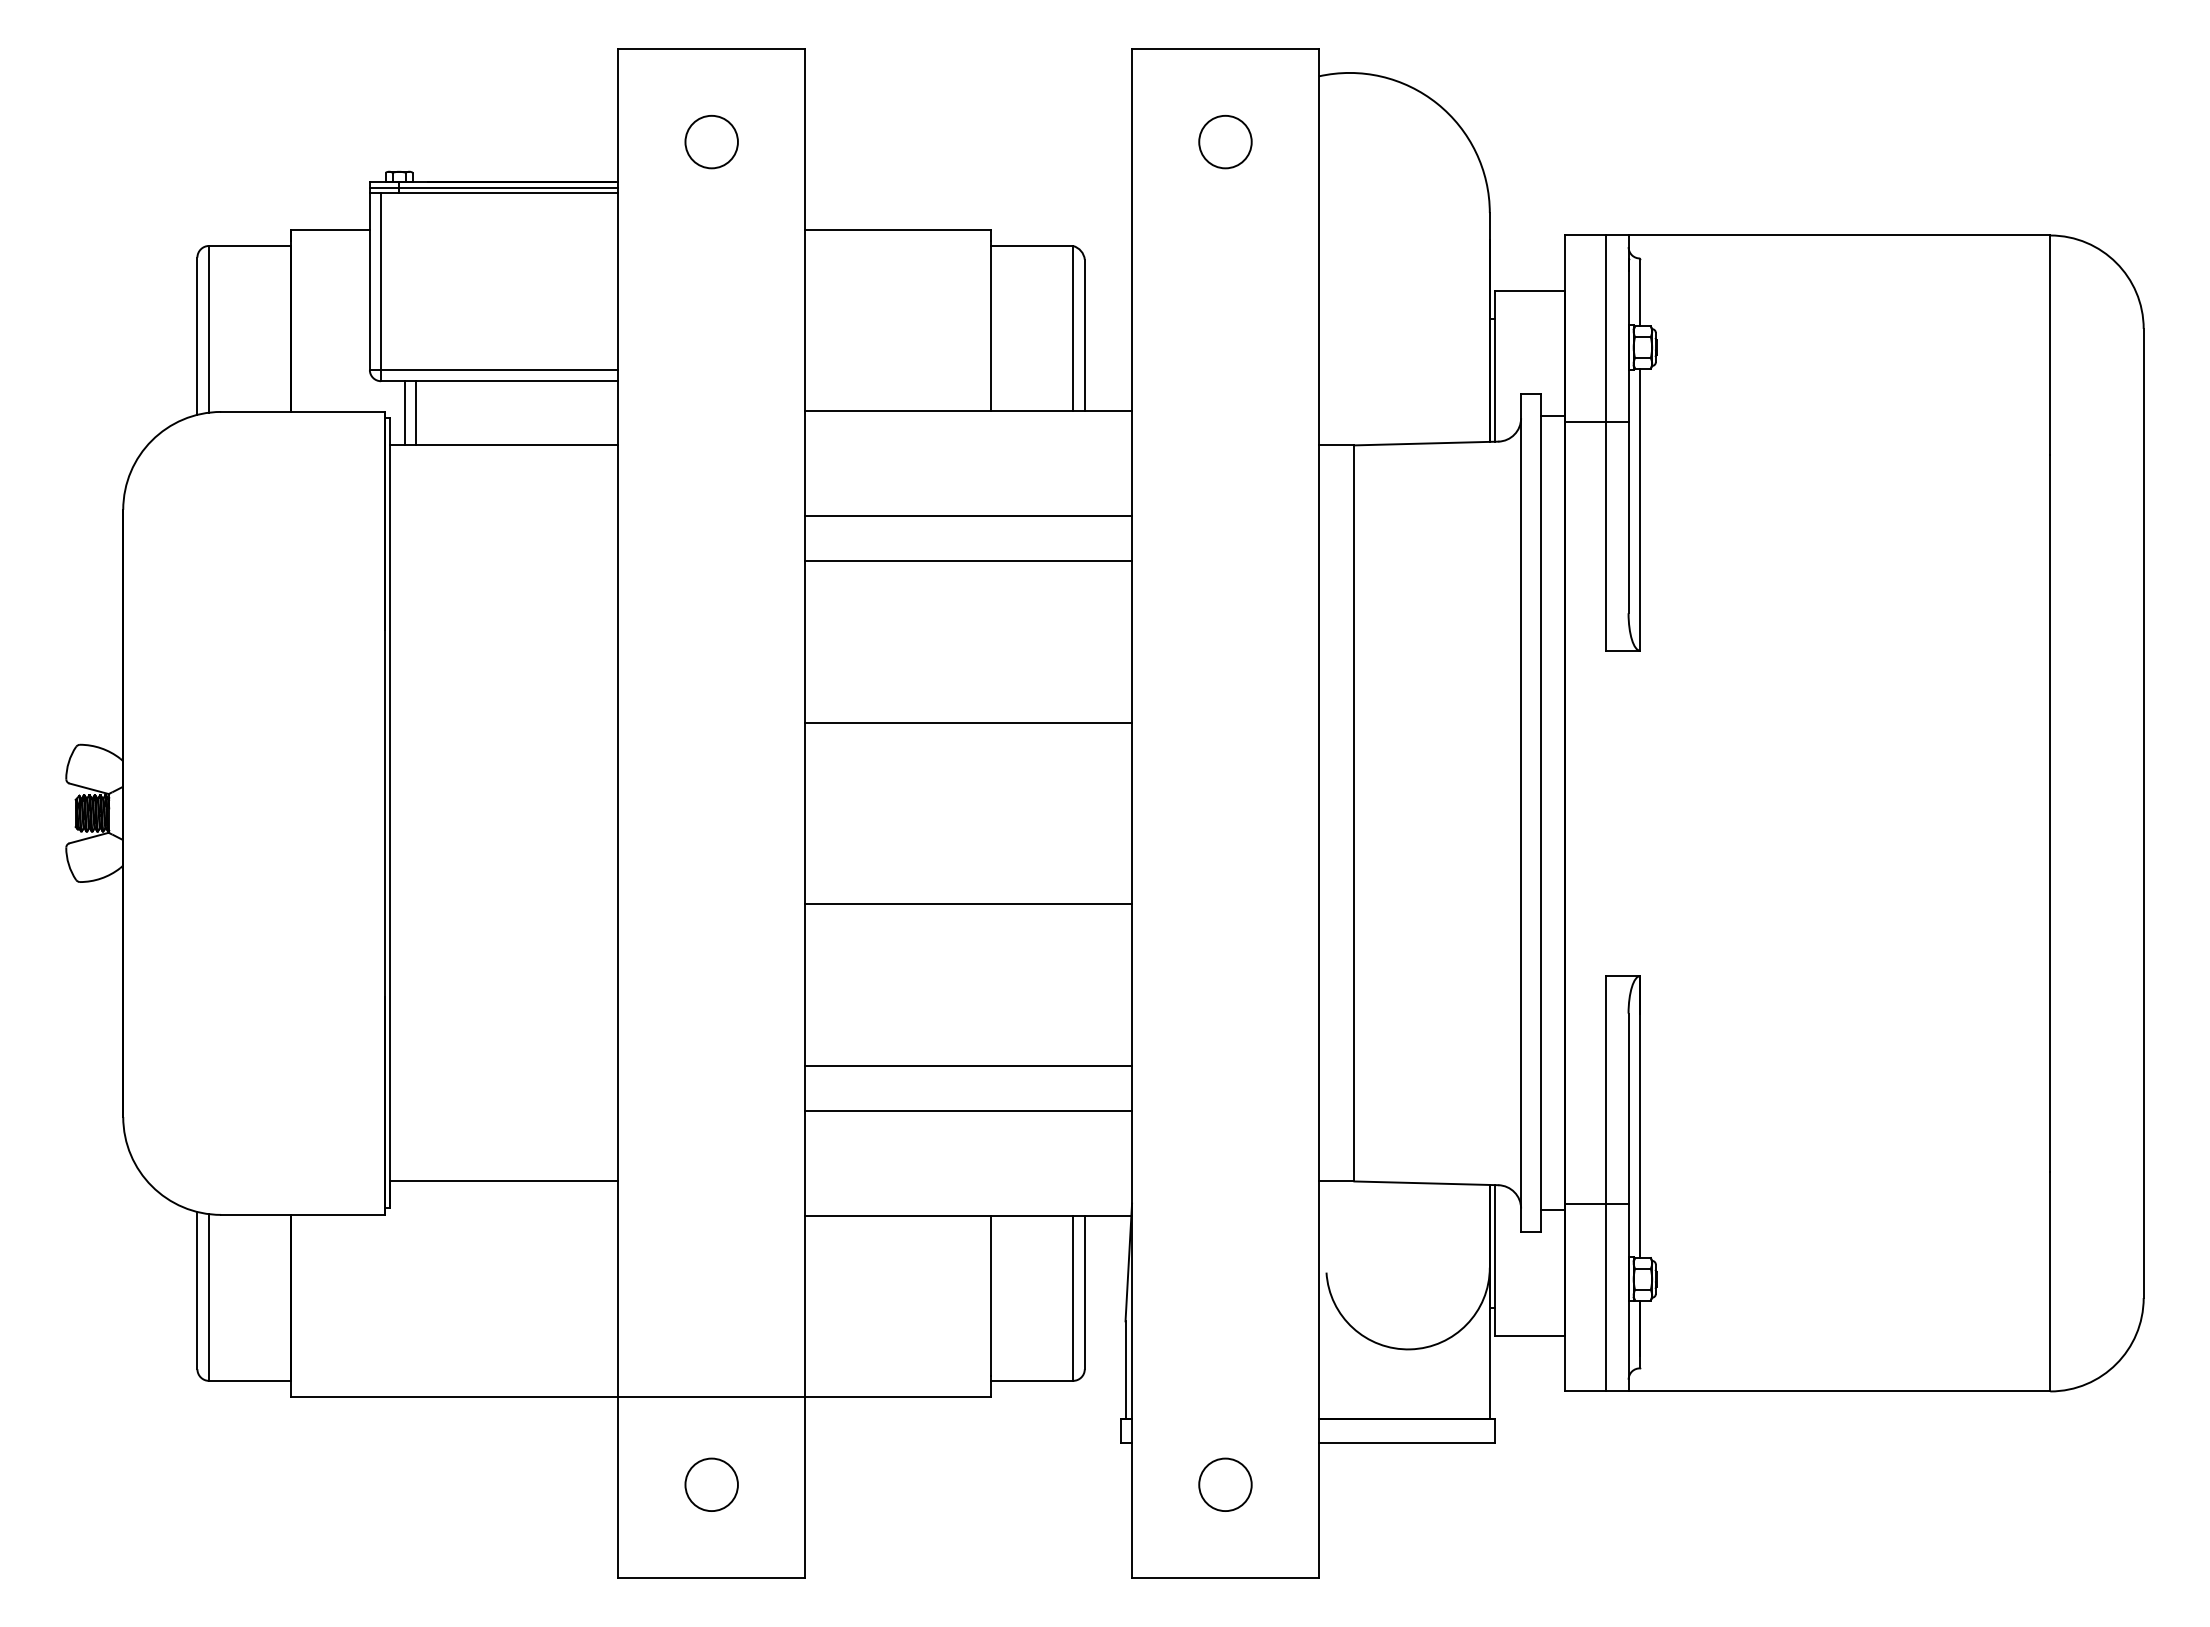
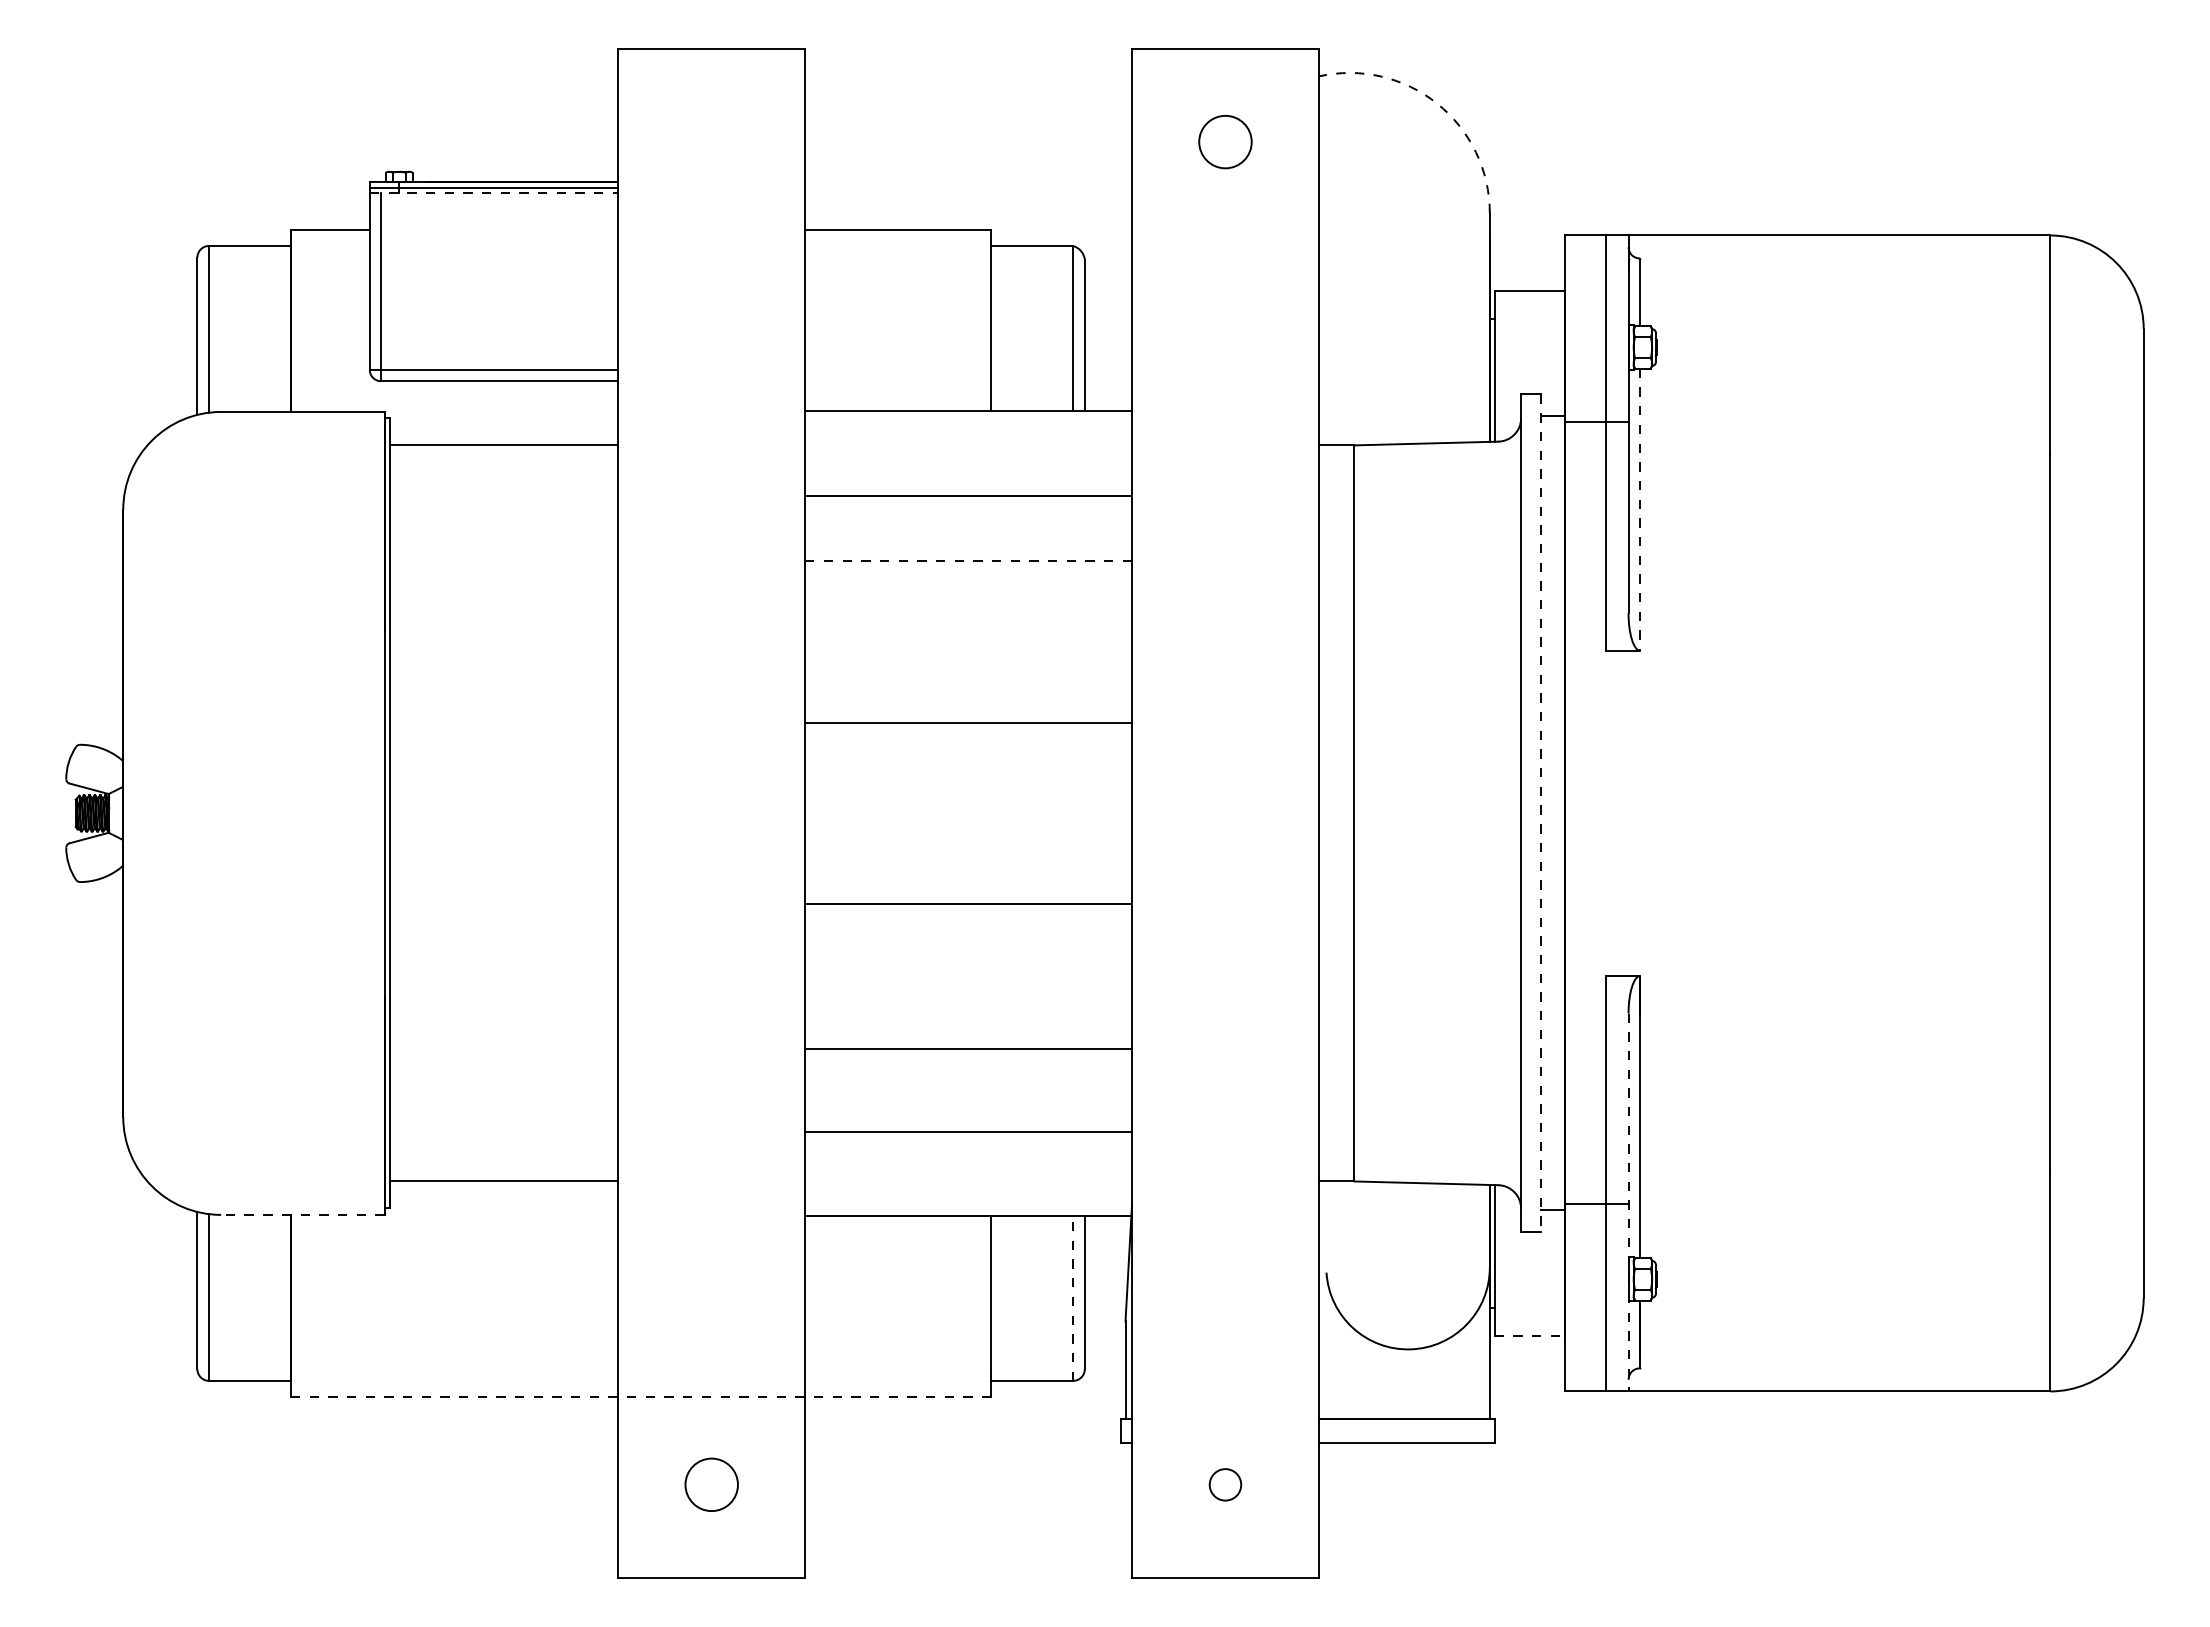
arc at (1437, 103): solid -> dashed
circle at (711, 142): present -> none
line at (494, 193): solid -> dashed
line at (404, 413): present -> none
line at (416, 413): present -> none
line at (1640, 510): solid -> dashed
line at (968, 515) position: (968, 515) -> (968, 495)
line at (969, 561): solid -> dashed
line at (1541, 813): solid -> dashed
line at (968, 1065) position: (968, 1065) -> (968, 1048)
line at (968, 1111) position: (968, 1111) -> (968, 1132)
line at (1628, 1202): solid -> dashed
line at (302, 1214): solid -> dashed
line at (1073, 1298): solid -> dashed
line at (1530, 1335): solid -> dashed
line at (640, 1397): solid -> dashed
circle at (1225, 1484) diameter: 52 px -> 31 px
